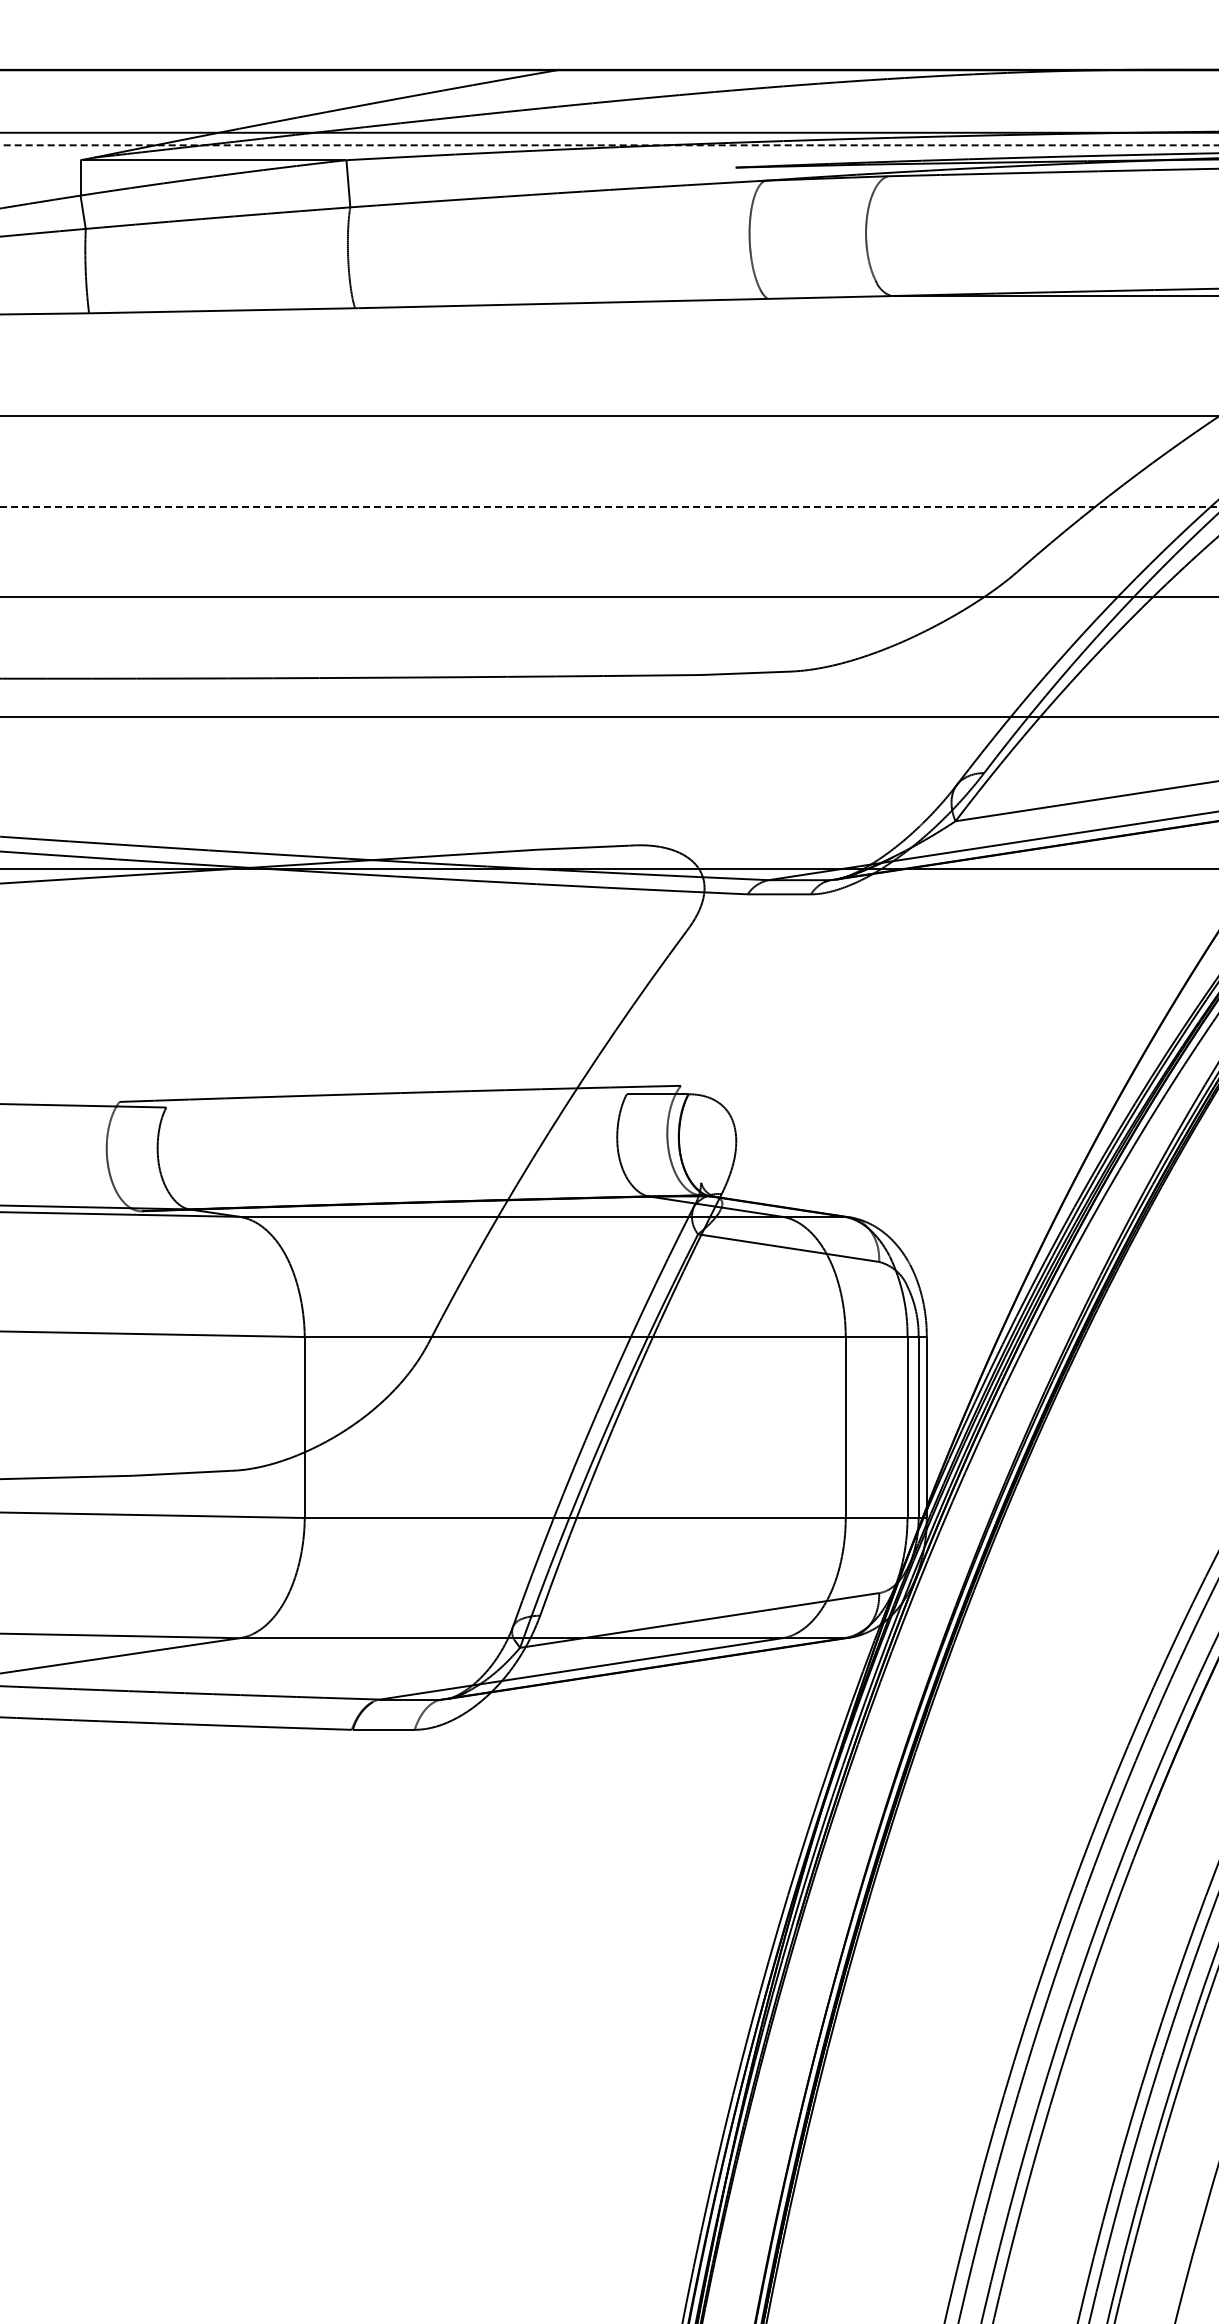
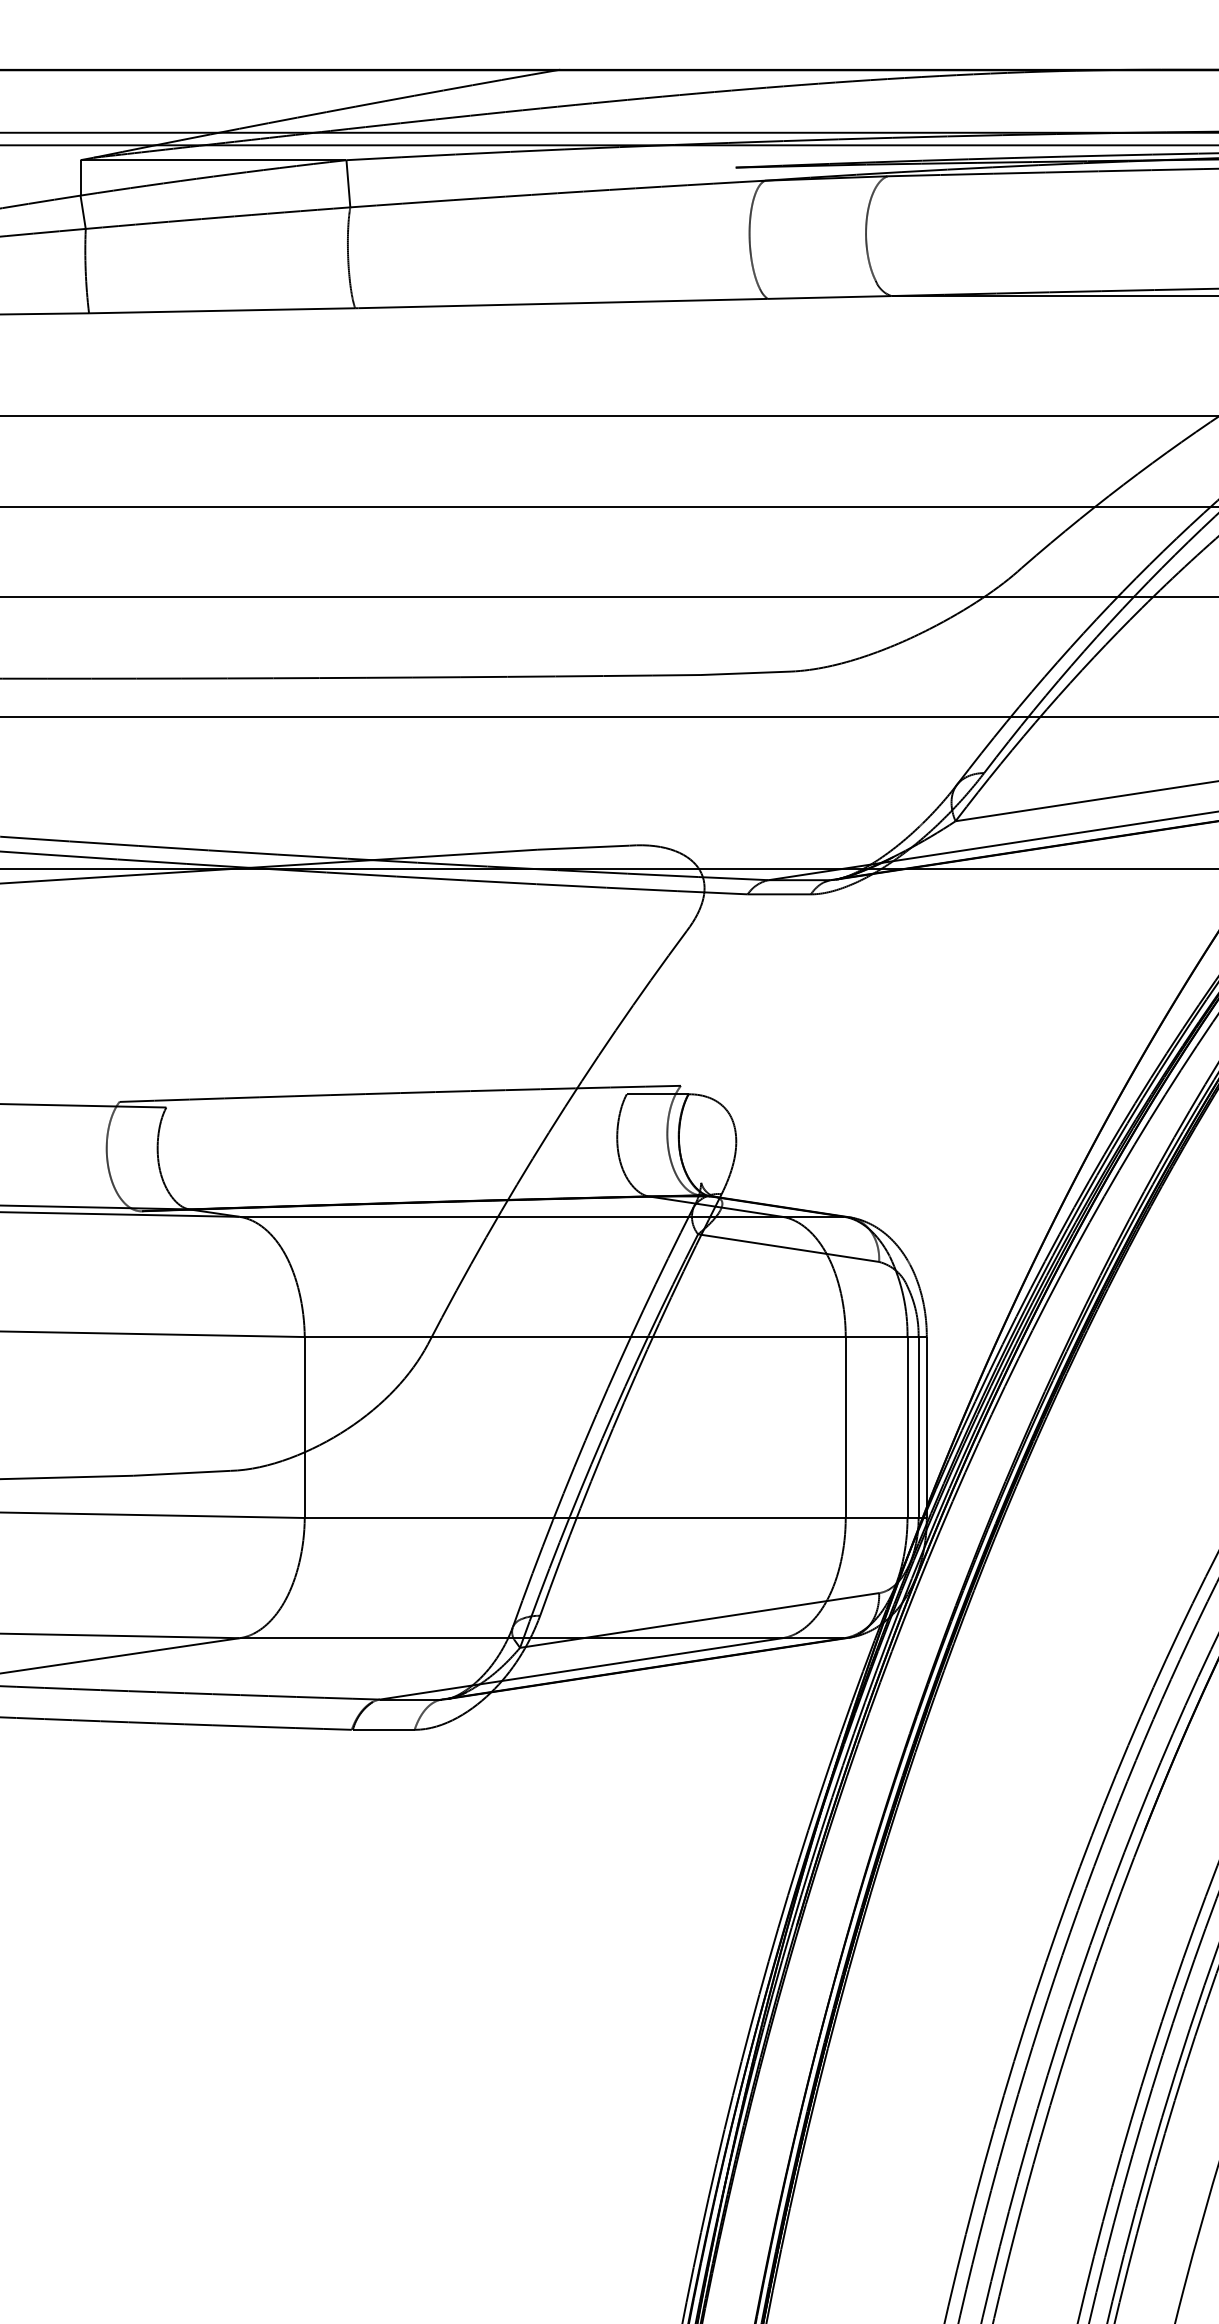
line at (609, 145): dashed -> solid
line at (609, 507): dashed -> solid
